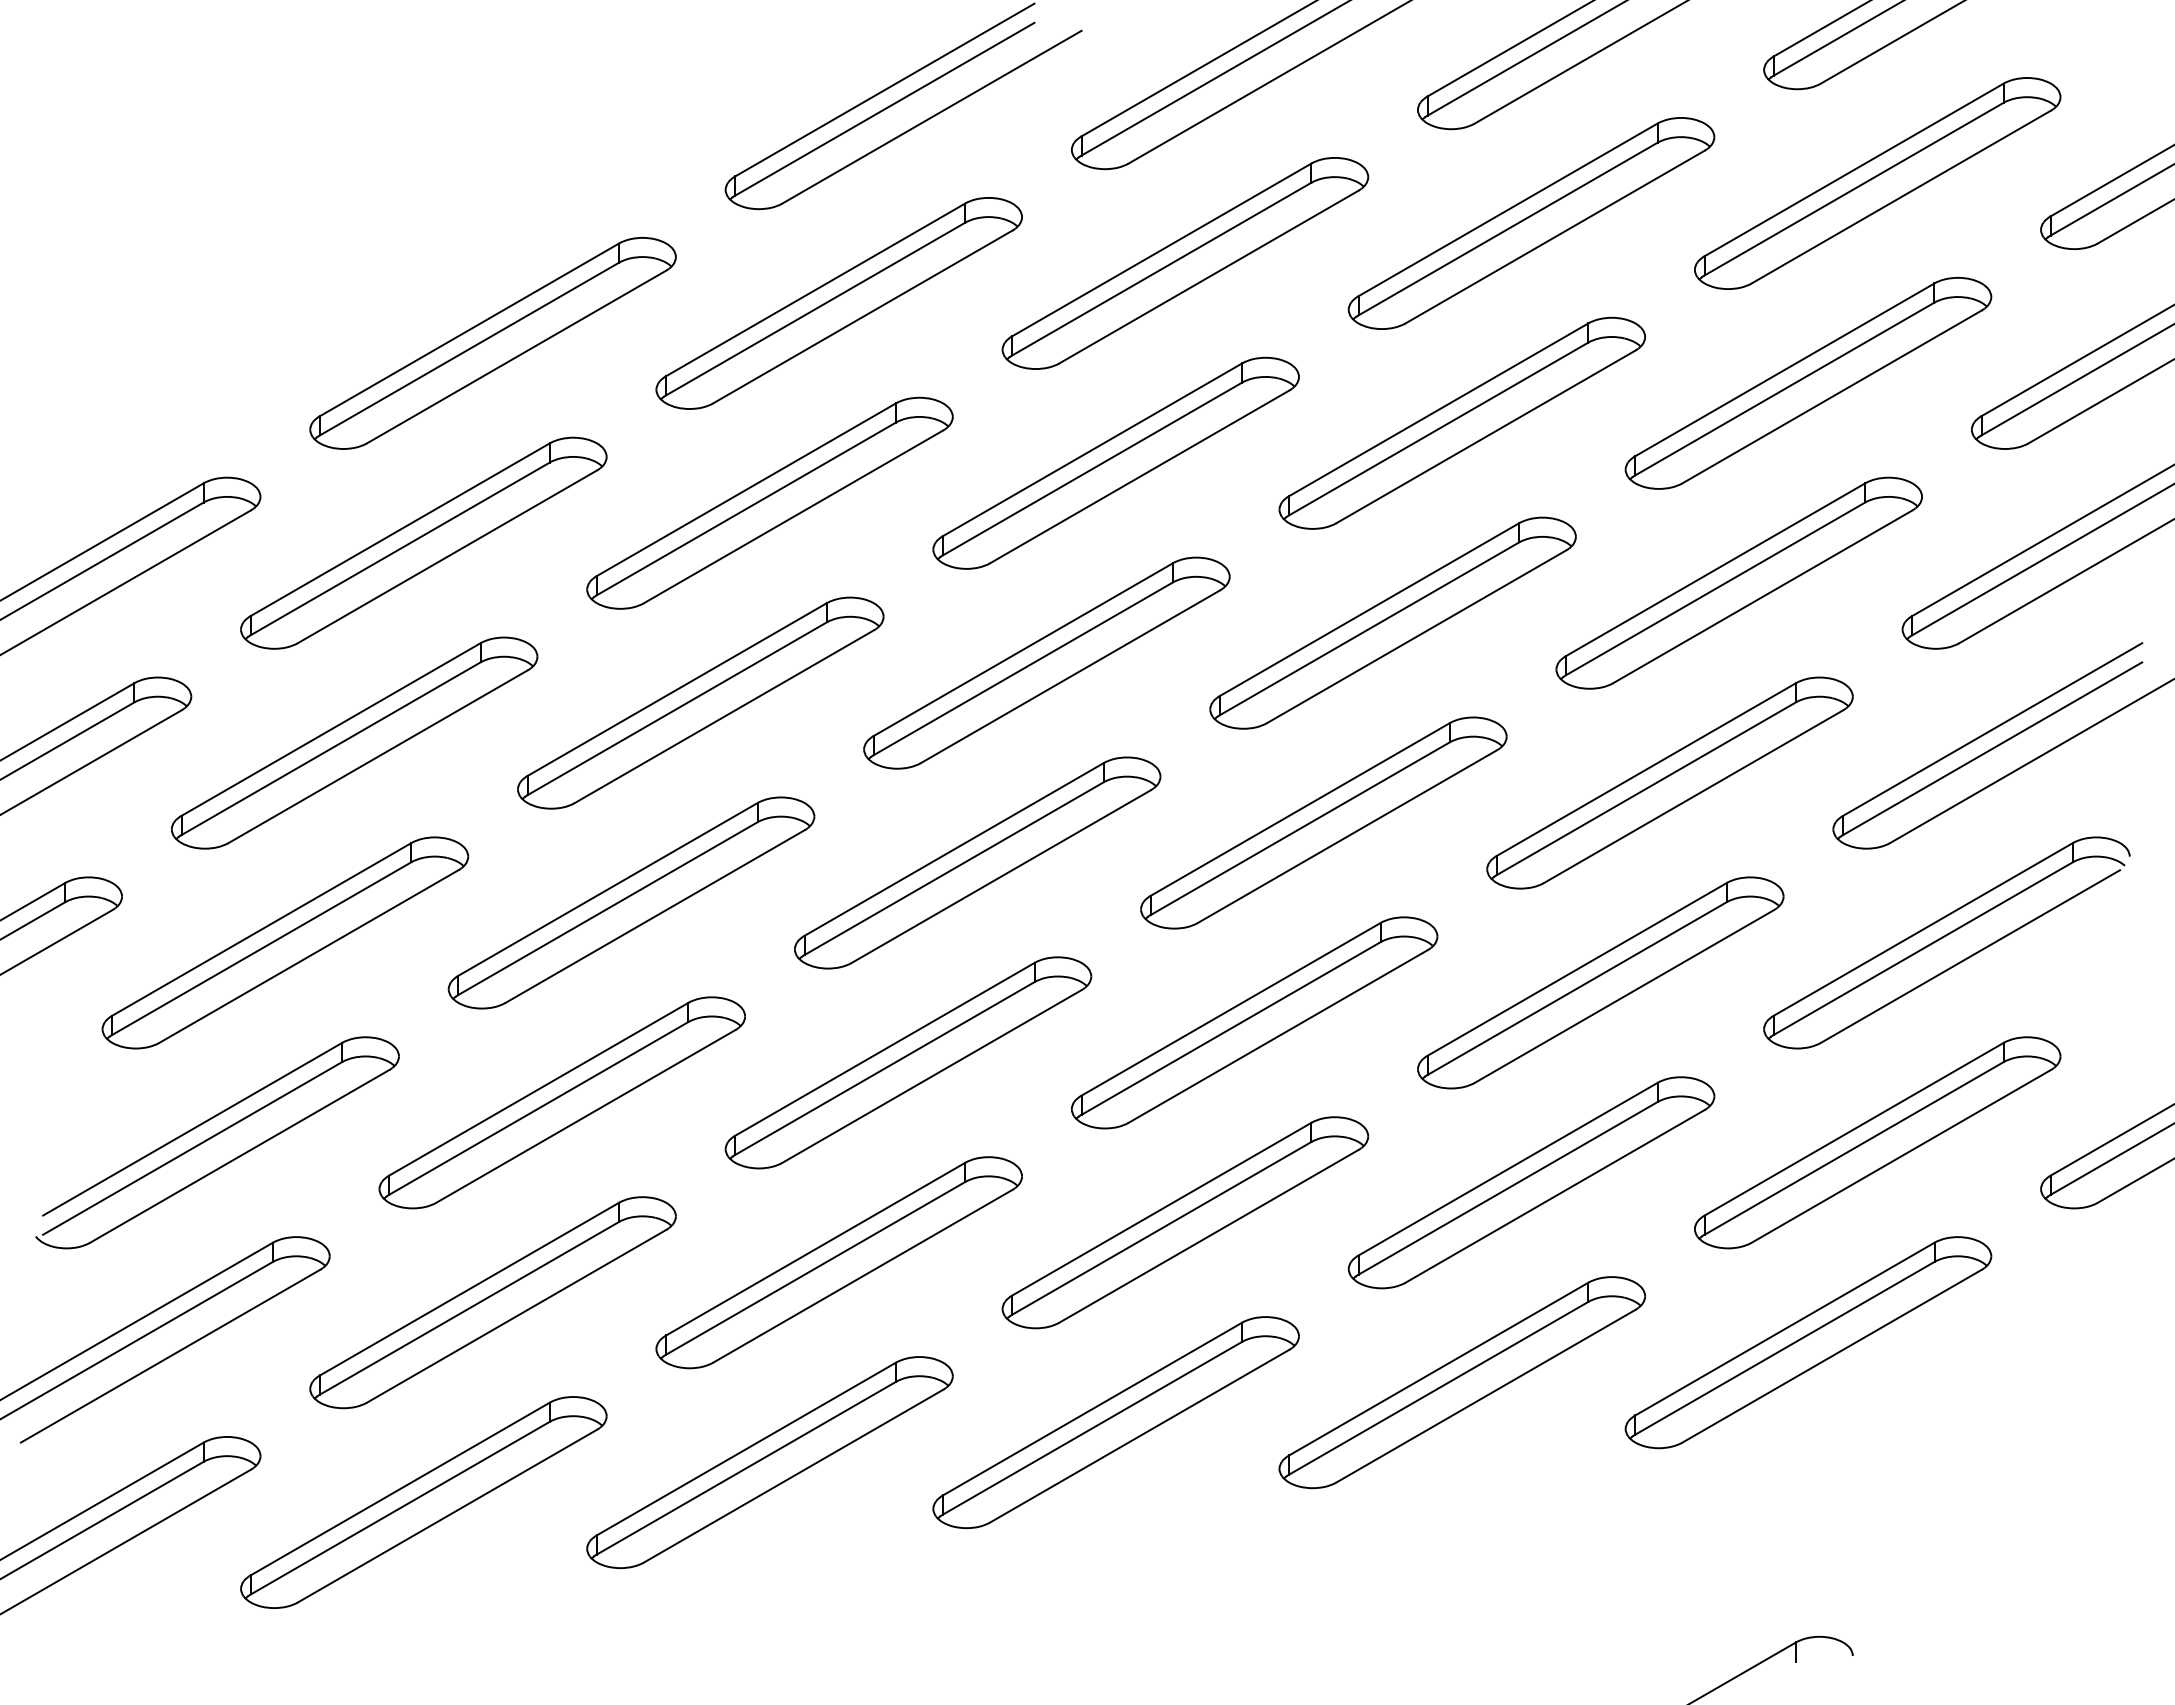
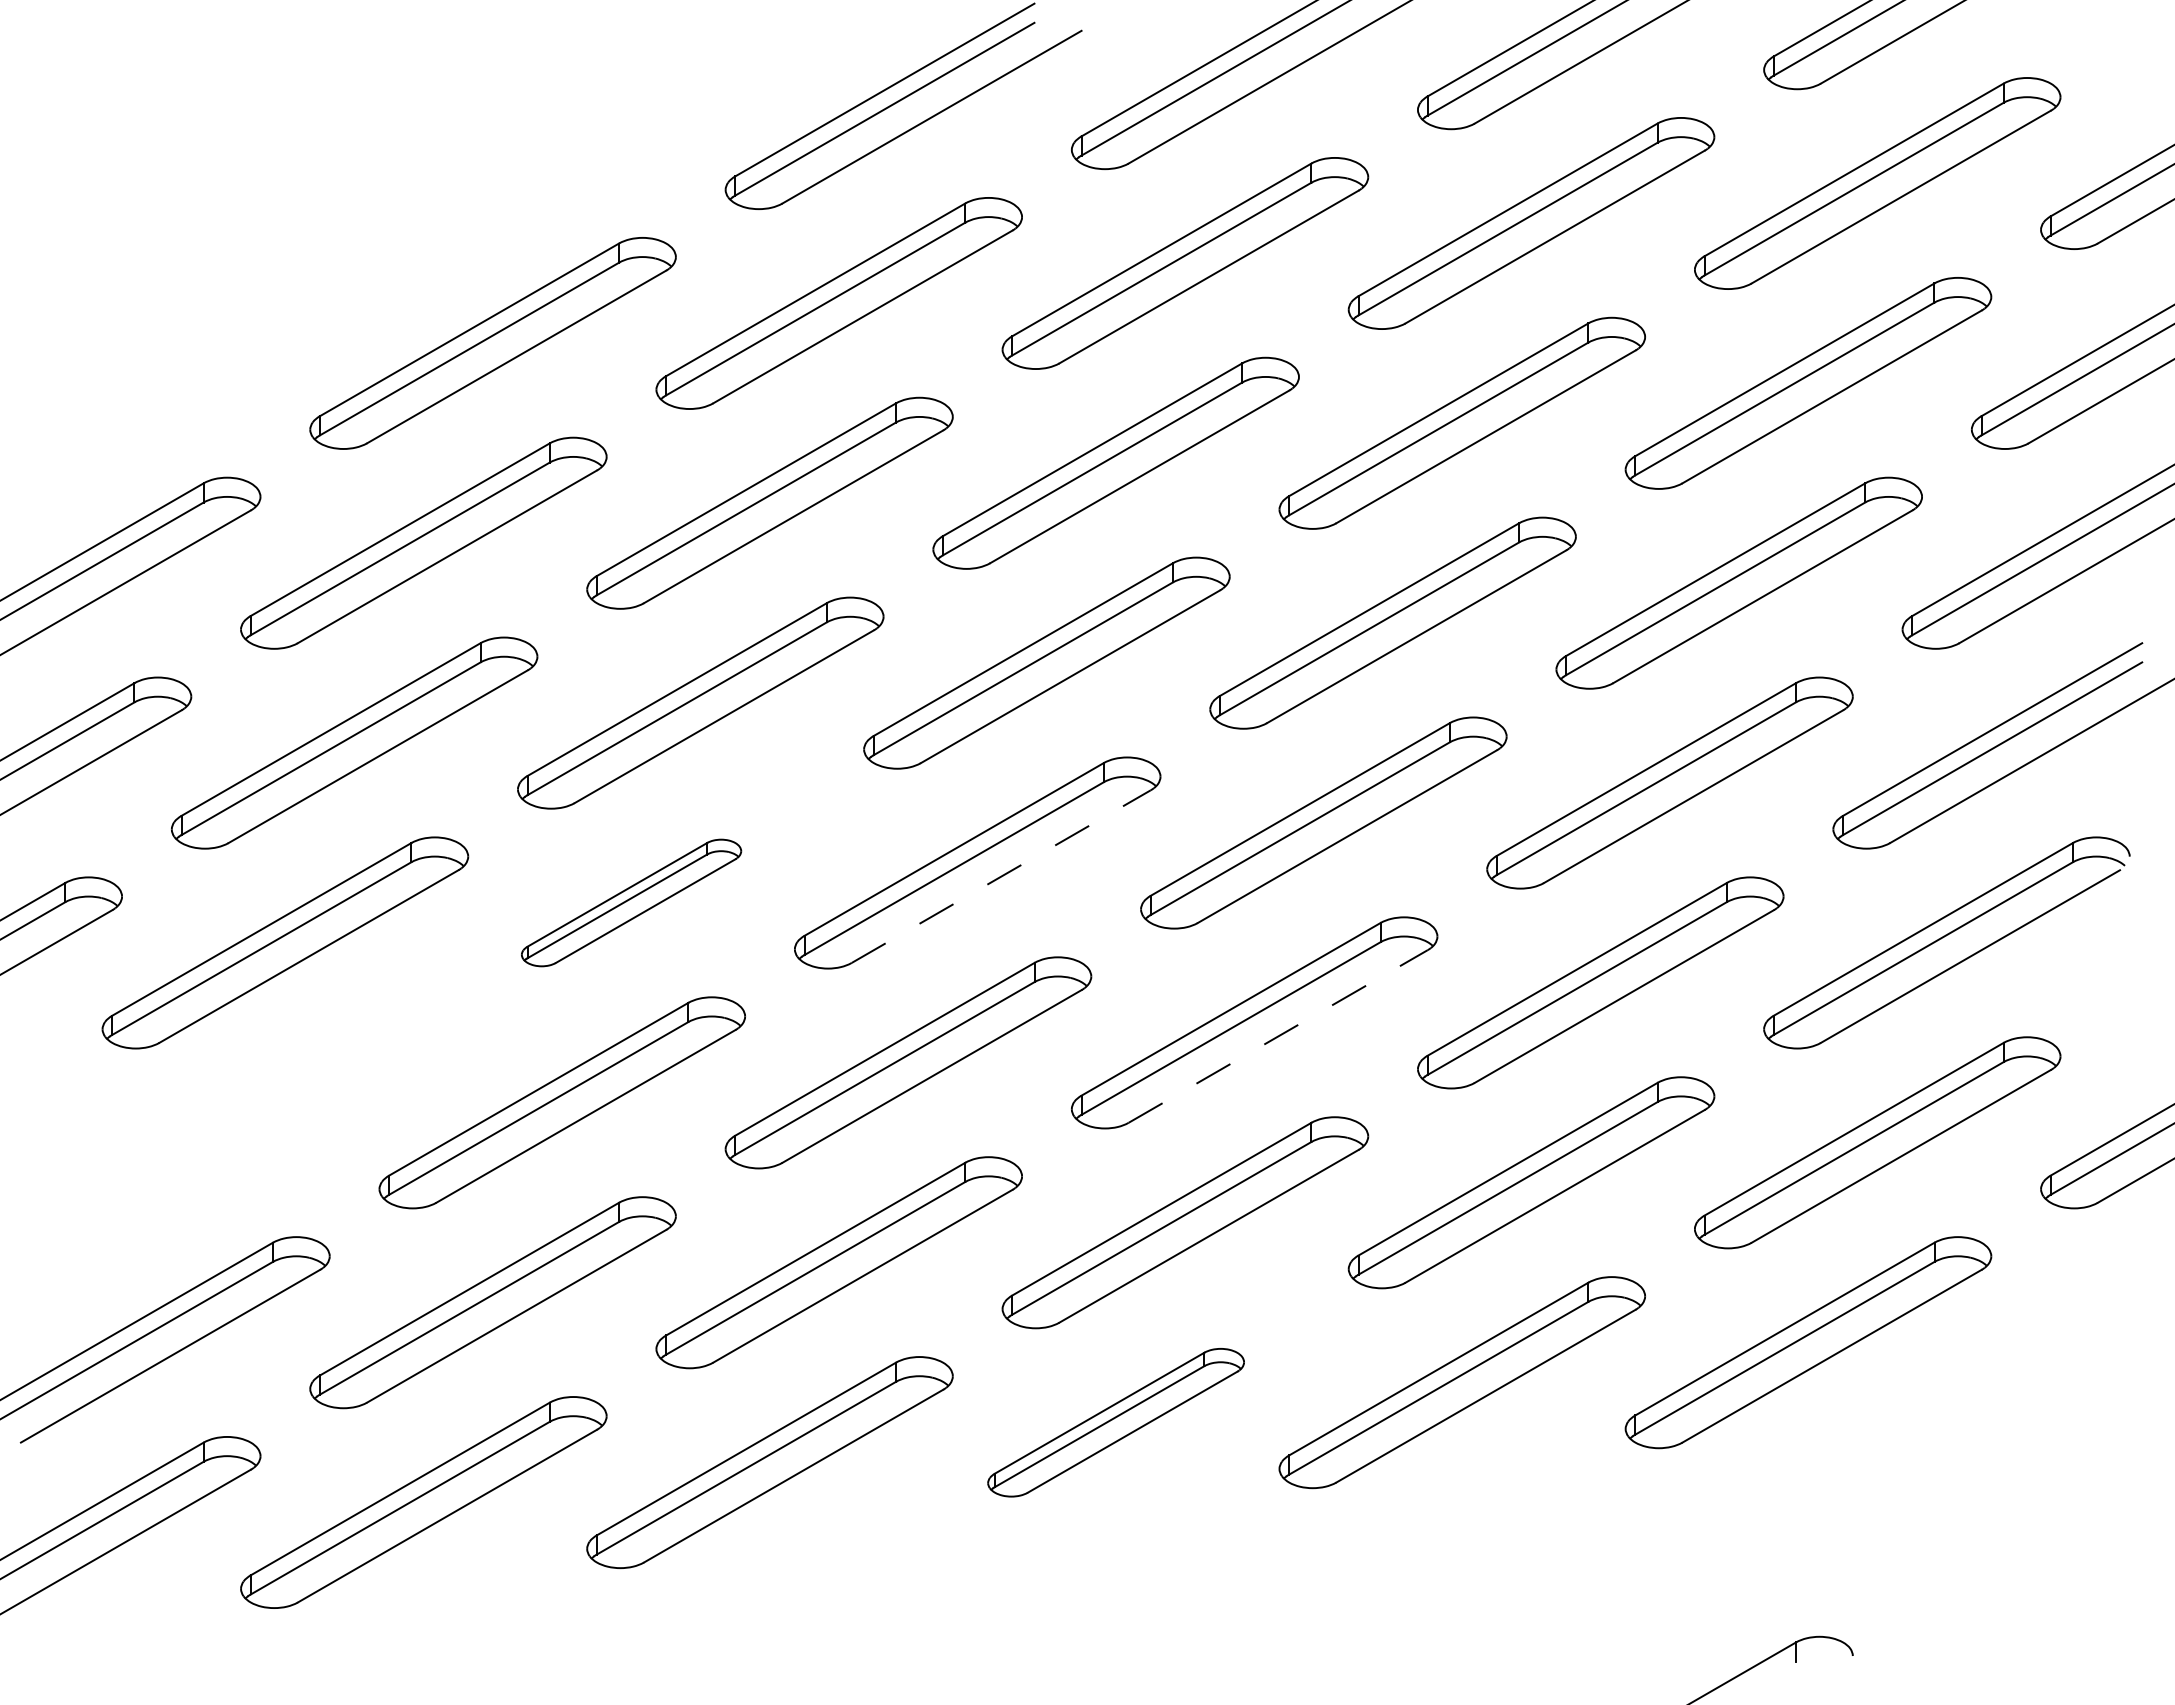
line at (1001, 876): solid -> dashed
part at (631, 902) size: 369x214 px -> 222x130 px
line at (1278, 1036): solid -> dashed
part at (215, 1136): present -> none
part at (1115, 1422) size: 368x214 px -> 258x150 px
